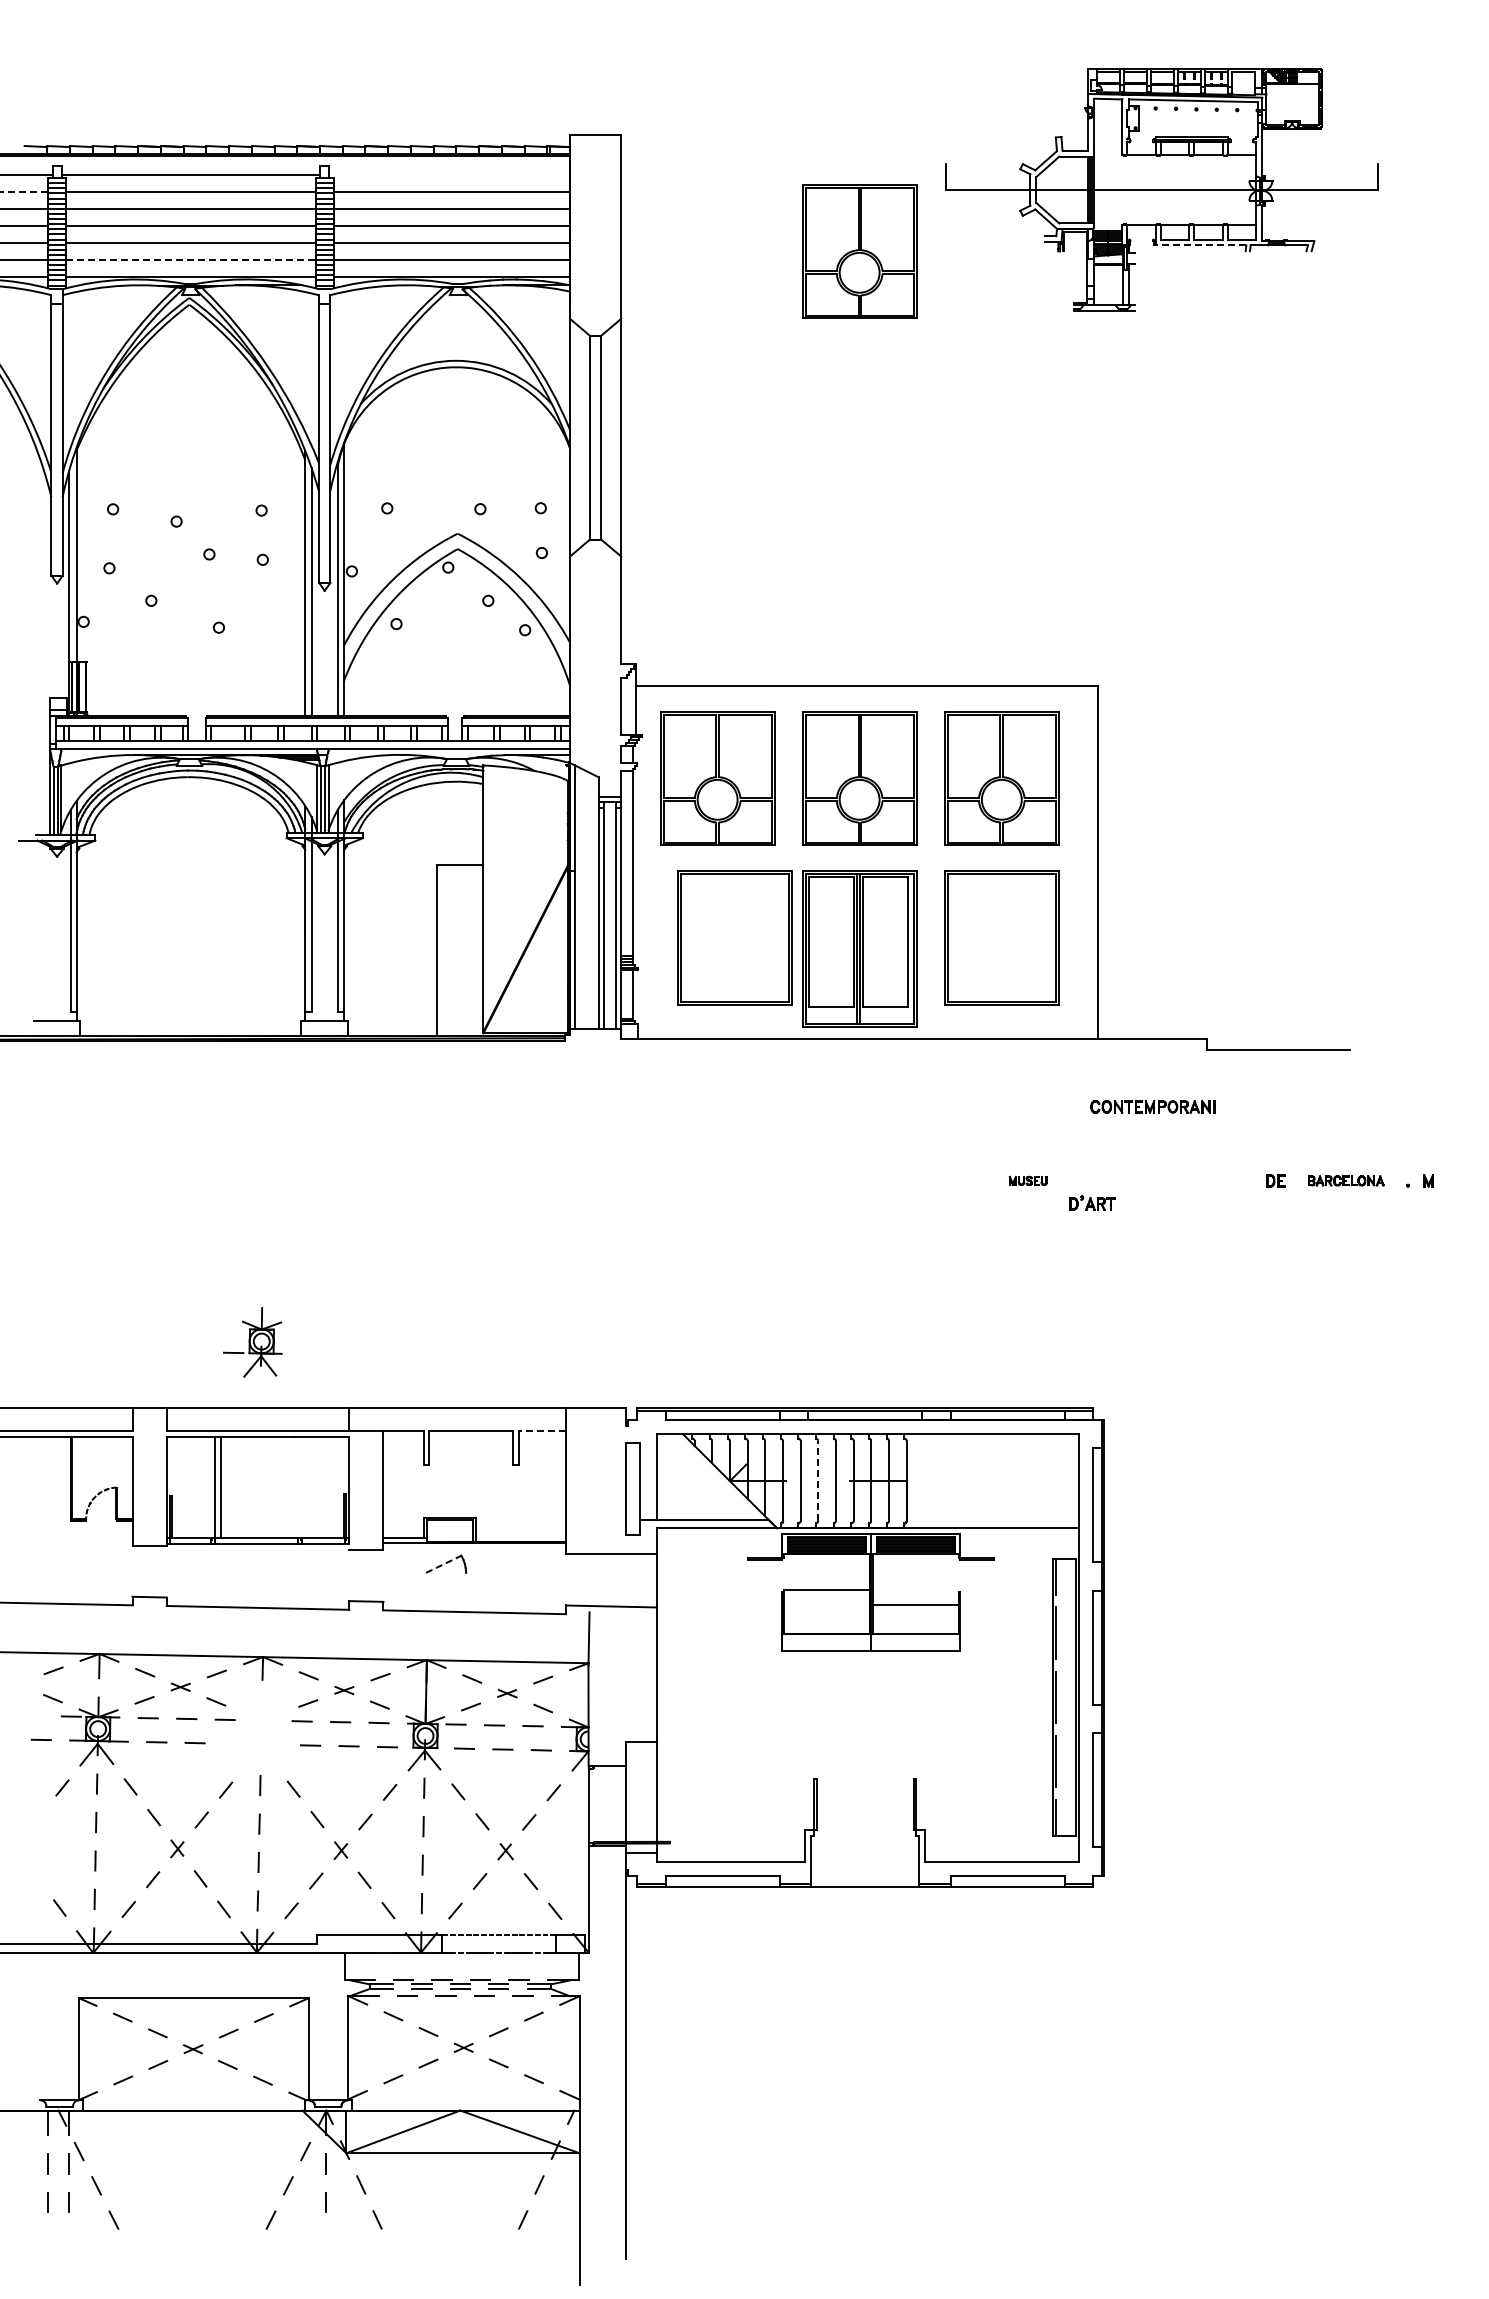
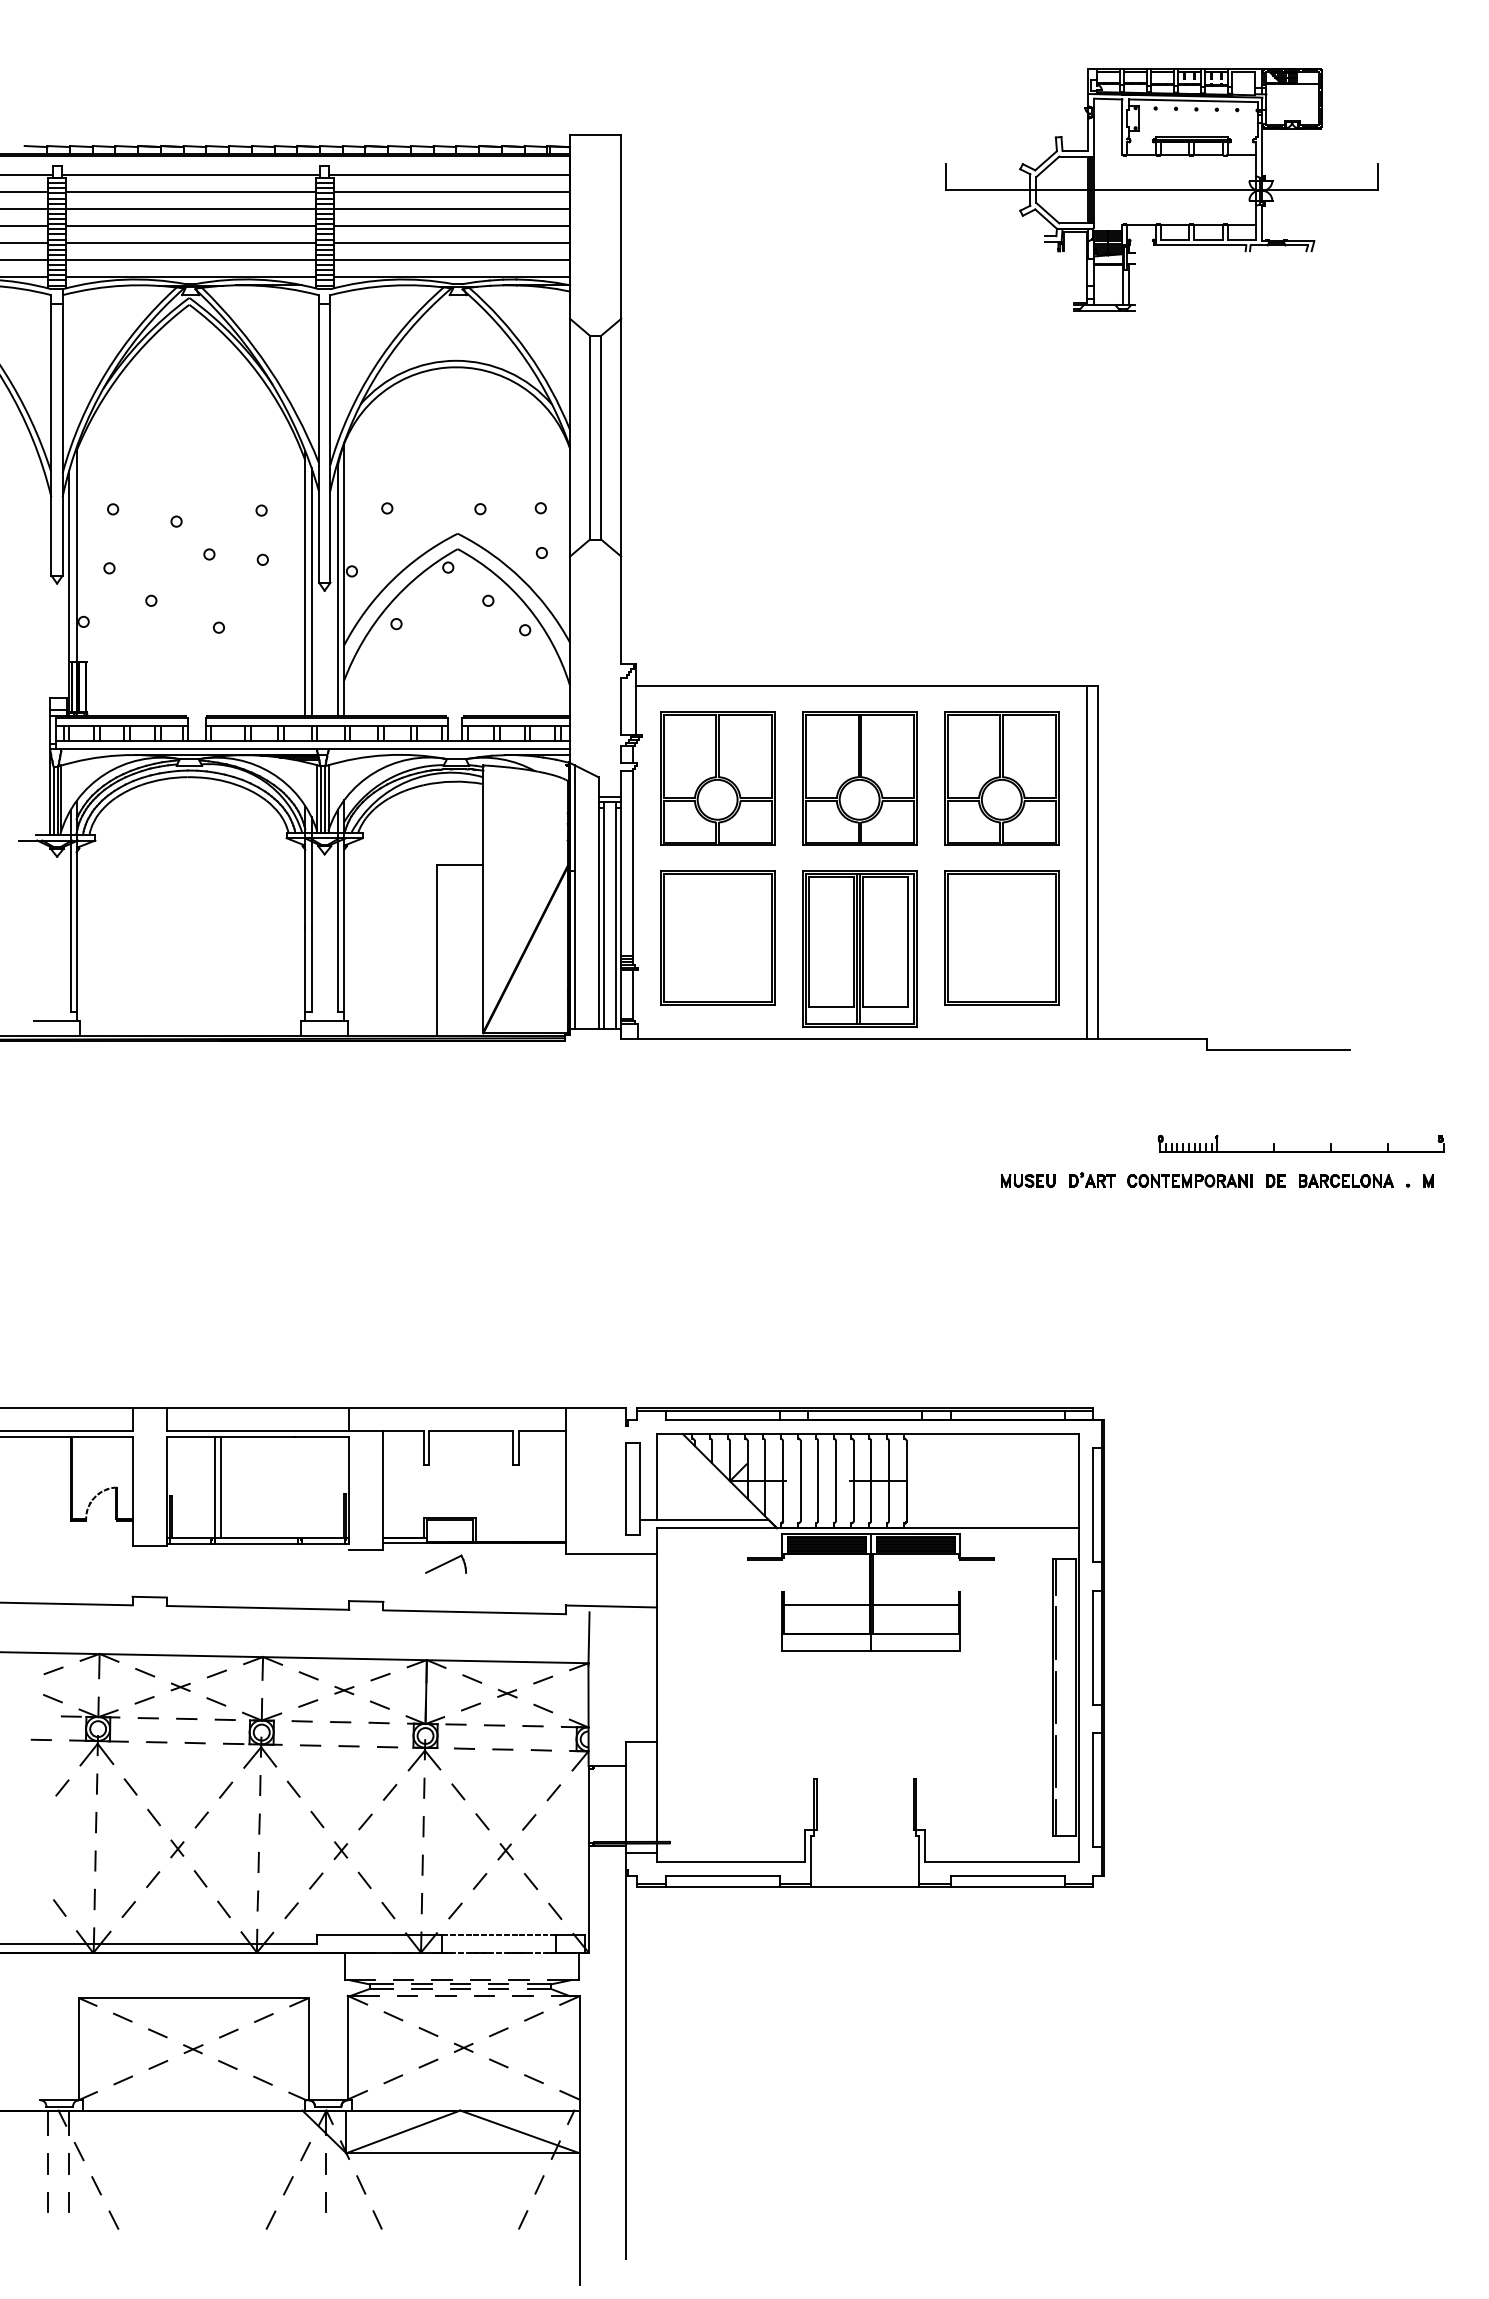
line at (449, 174): none -> present
line at (24, 191): dashed -> solid
line at (1199, 245): dashed -> solid
part at (859, 251): present -> none
line at (190, 259): dashed -> solid
line at (1087, 862): none -> present
part at (734, 937) position: (734, 937) -> (717, 937)
part at (1152, 1106) position: (1152, 1106) -> (1189, 1180)
part at (1300, 1151): none -> present
part at (1027, 1180) size: 40x11 px -> 55x14 px
part at (1346, 1180) size: 77x12 px -> 95x14 px
part at (1092, 1202) position: (1092, 1202) -> (1092, 1179)
part at (252, 1342) position: (252, 1342) -> (252, 1733)
line at (541, 1431): dashed -> solid
line at (818, 1480): dashed -> solid
line at (443, 1564): dashed -> solid
line at (826, 1590) position: (826, 1590) -> (826, 1605)
